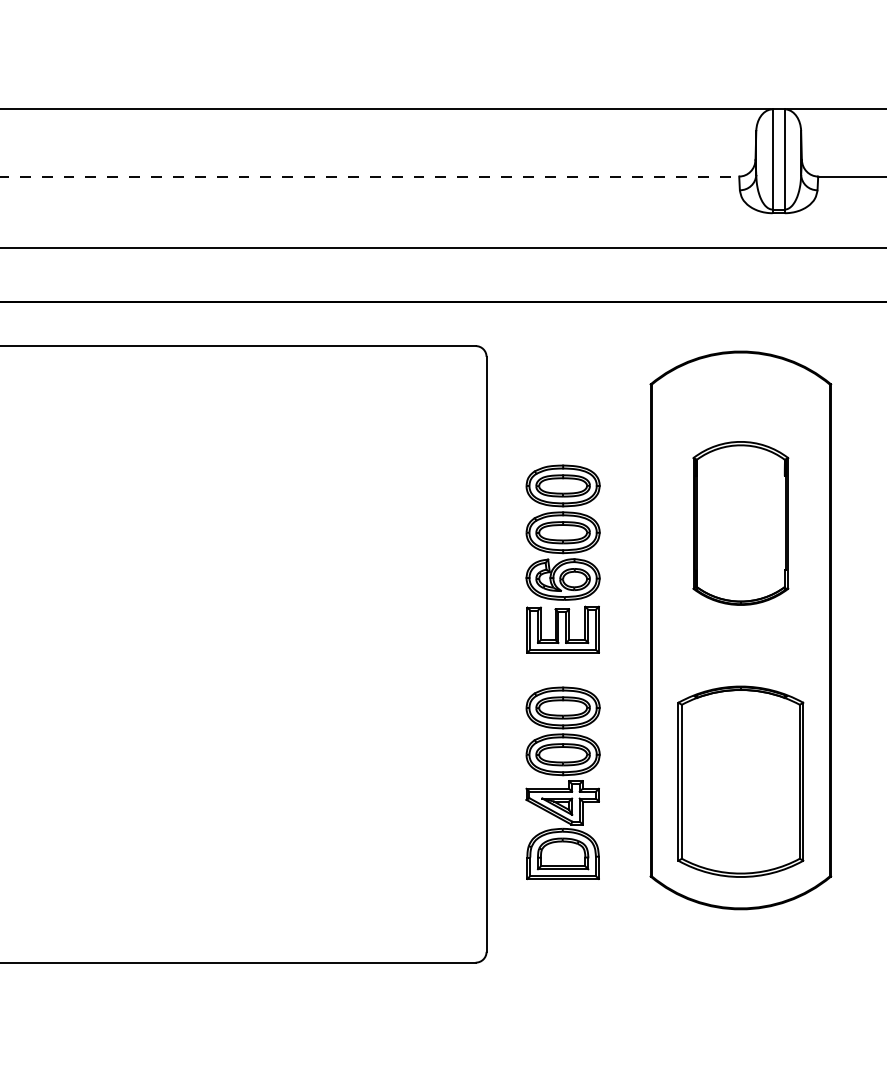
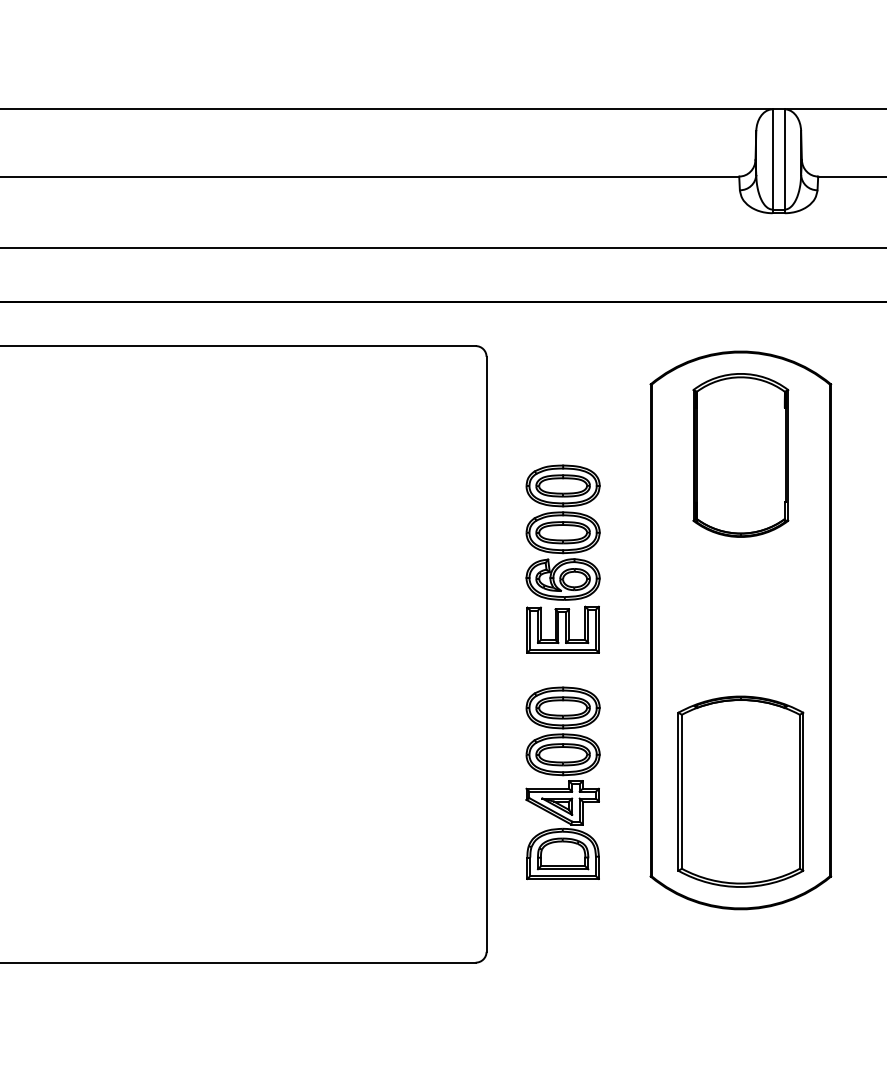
line at (370, 176): dashed -> solid
part at (740, 523) position: (740, 523) -> (740, 455)
part at (740, 781) position: (740, 781) -> (740, 791)
